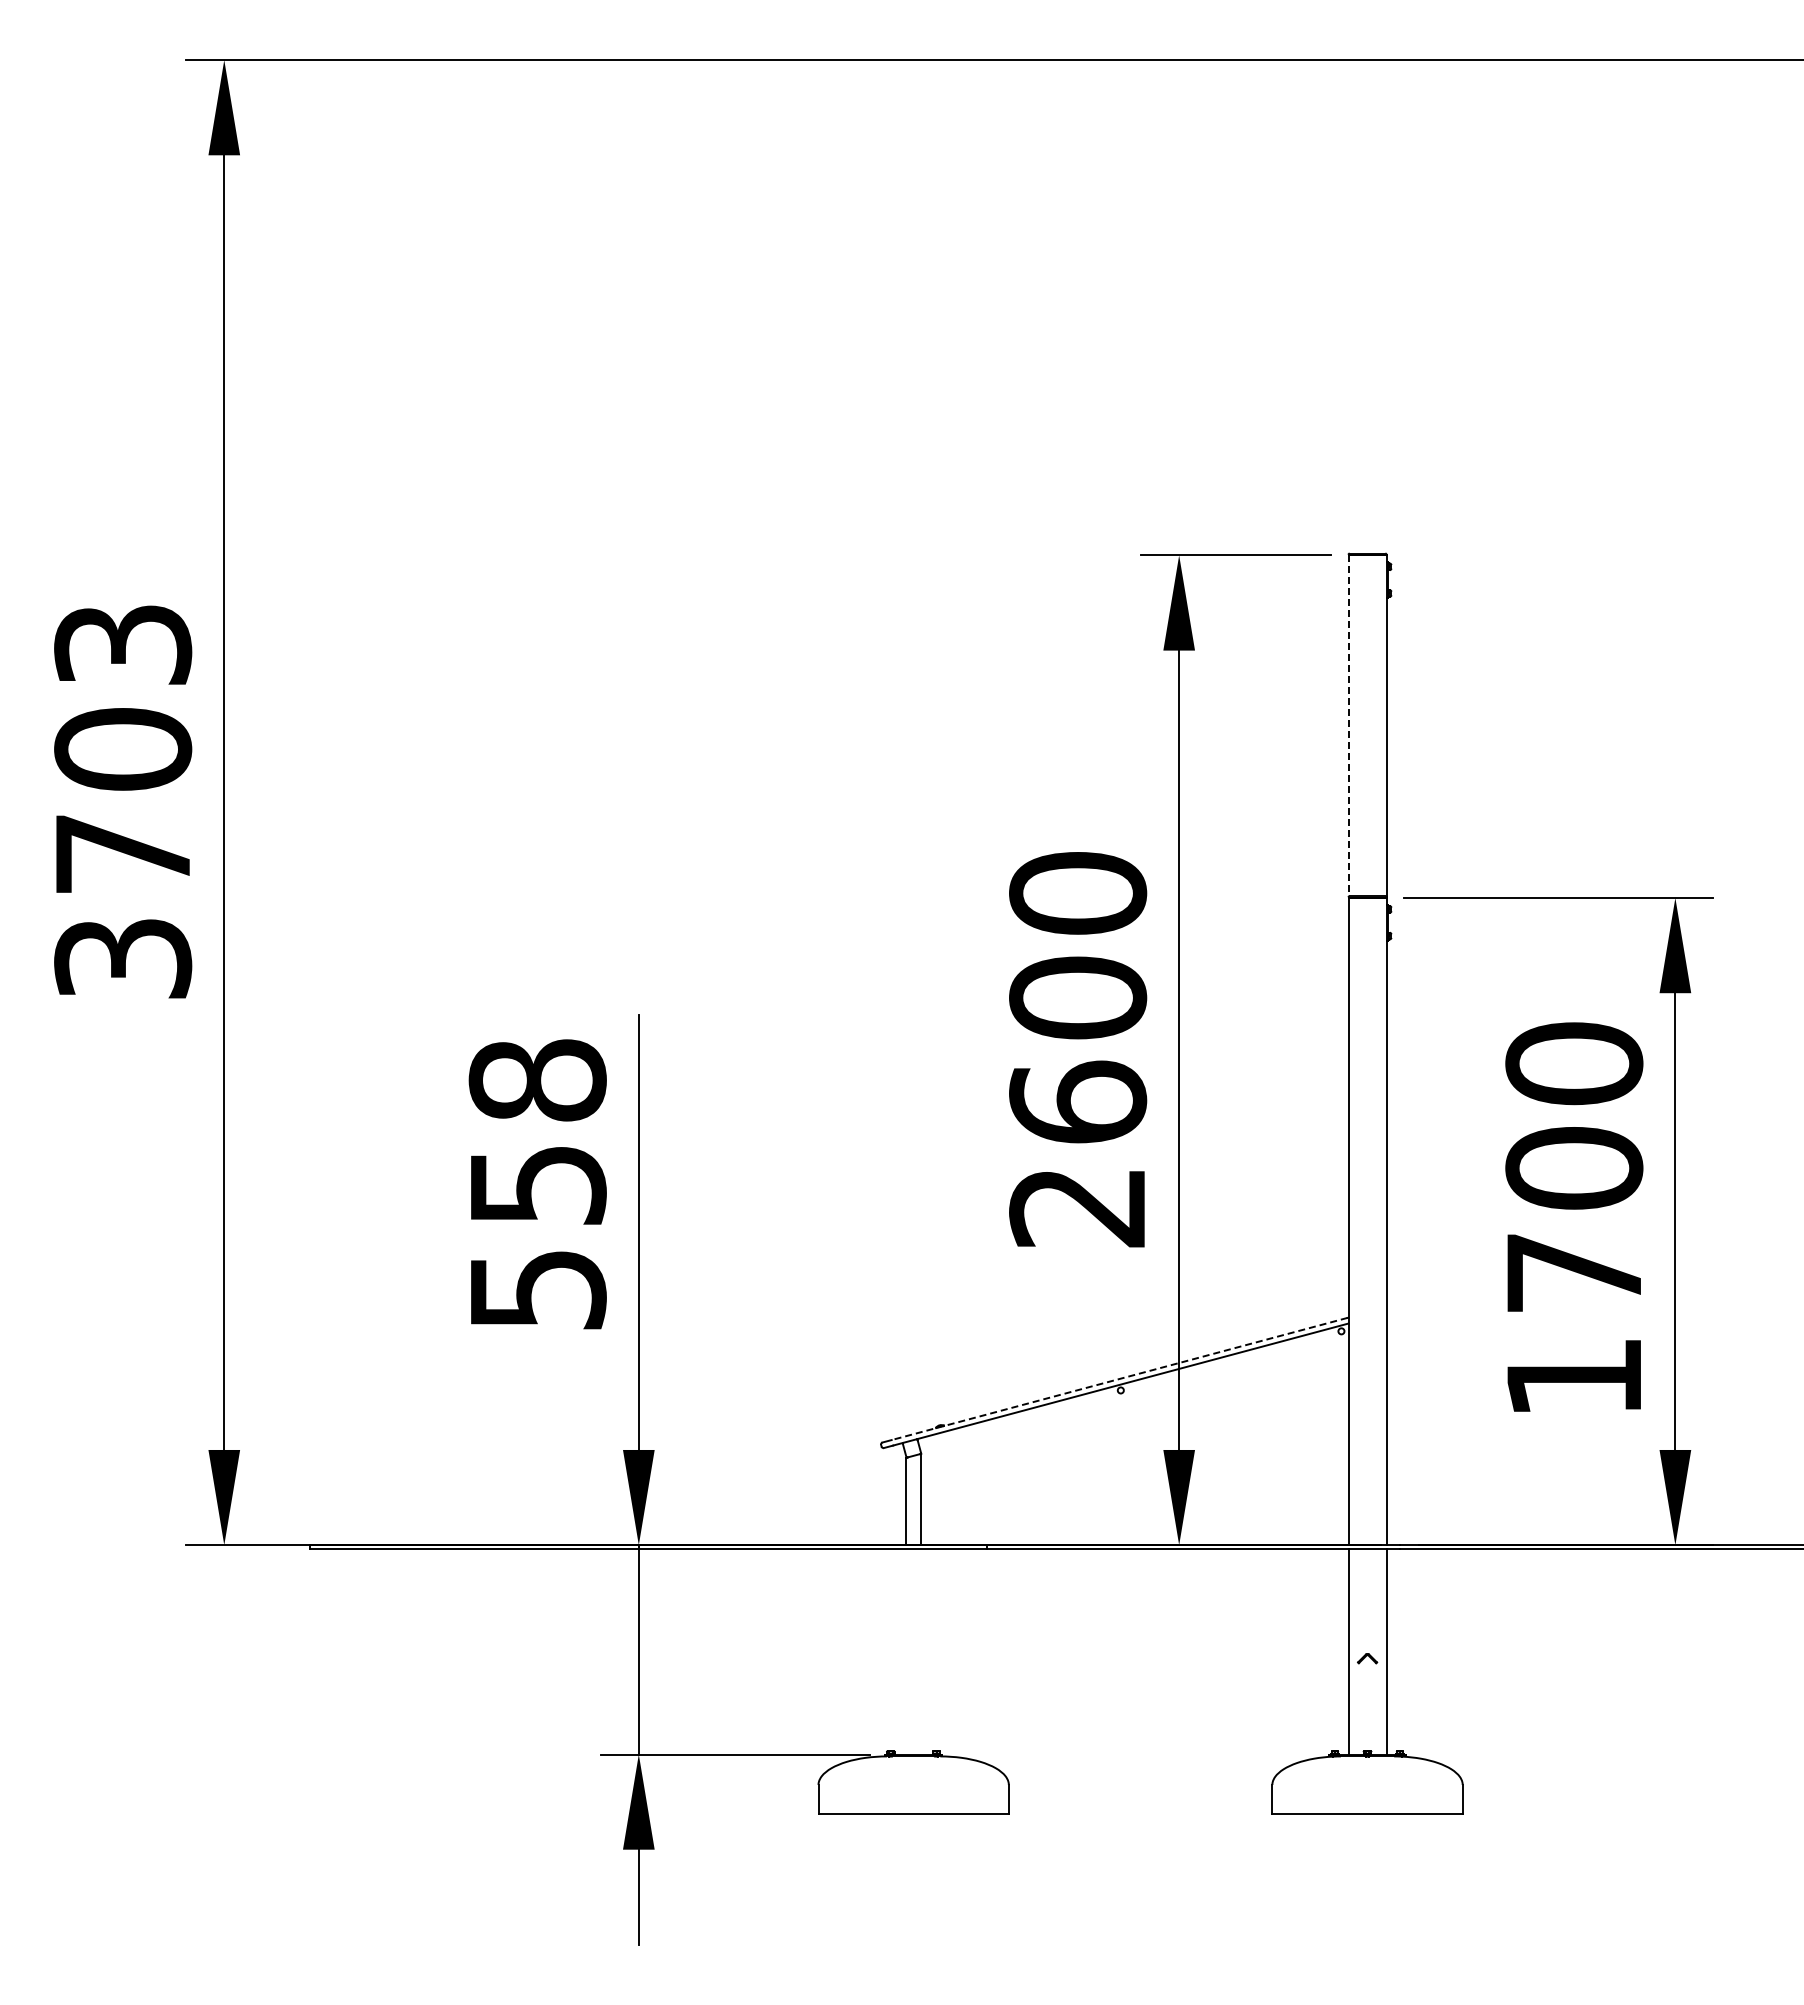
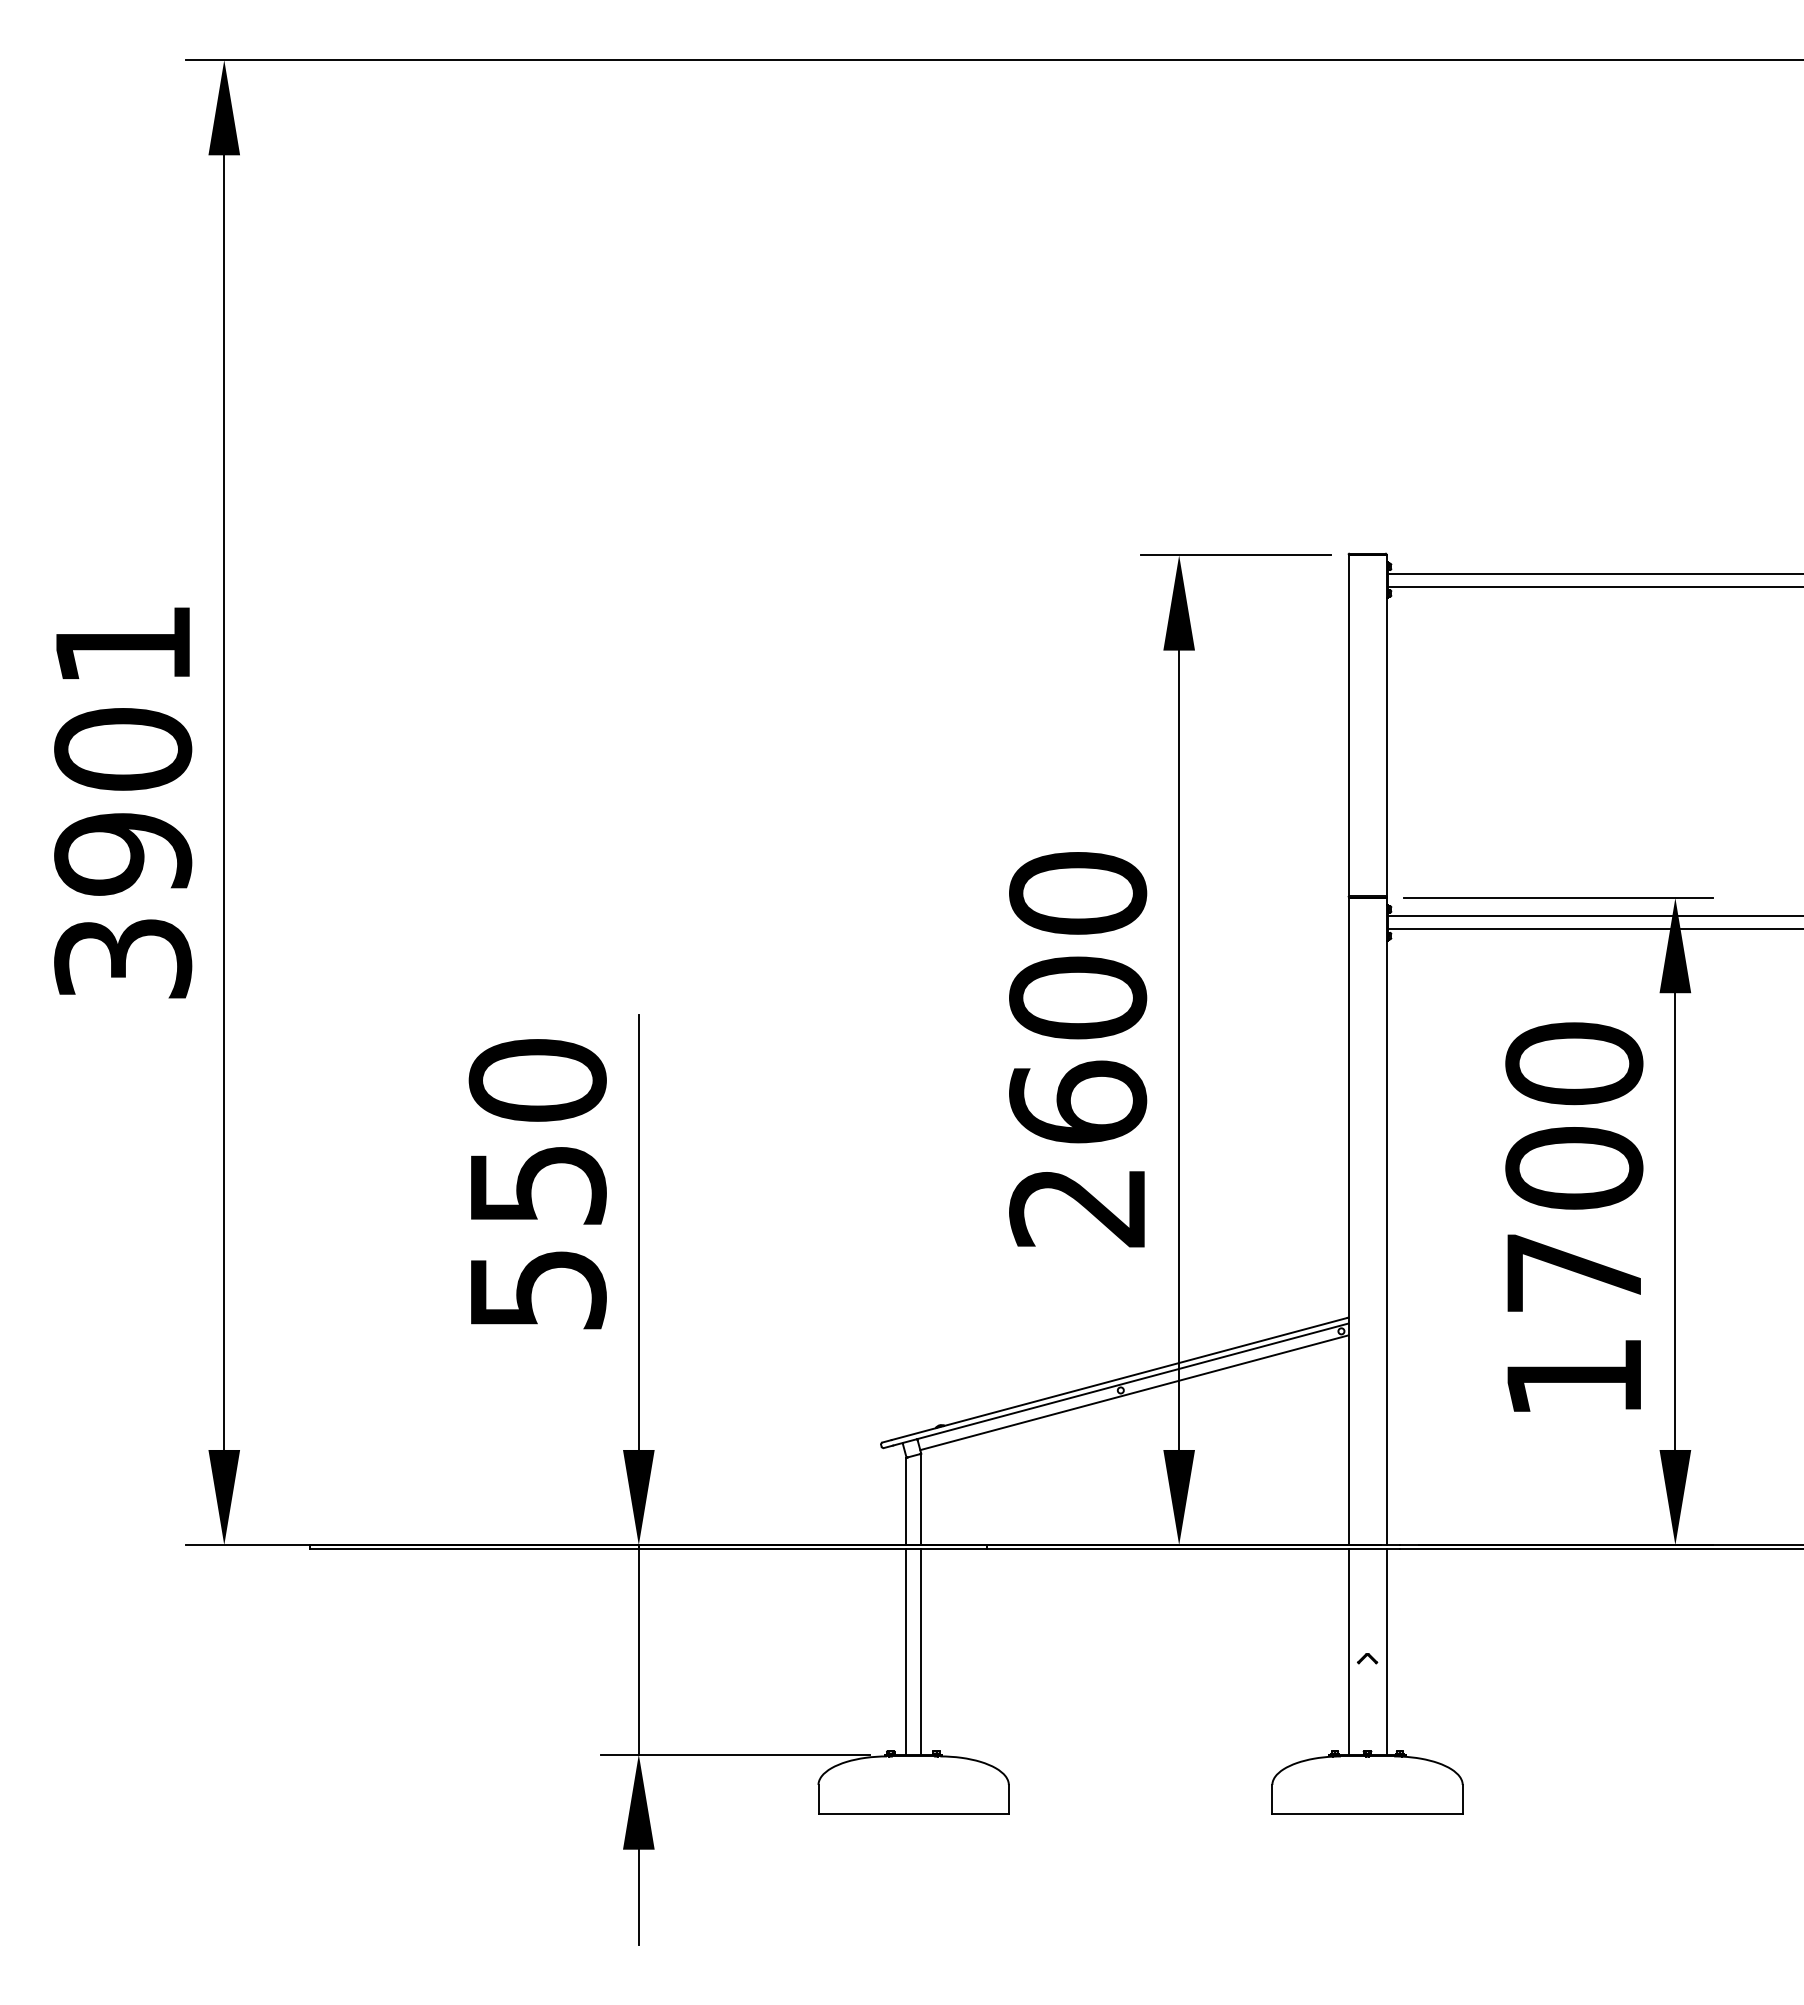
line at (1594, 573): none -> present
line at (1594, 586): none -> present
line at (1348, 726): dashed -> solid
text at (123, 750): 3703 -> 3901
line at (1594, 916): none -> present
line at (1594, 929): none -> present
text at (537, 1080): 558 -> 550
line at (1119, 1379): dashed -> solid
line at (1134, 1392): none -> present
line at (906, 1651): none -> present
line at (921, 1651): none -> present
